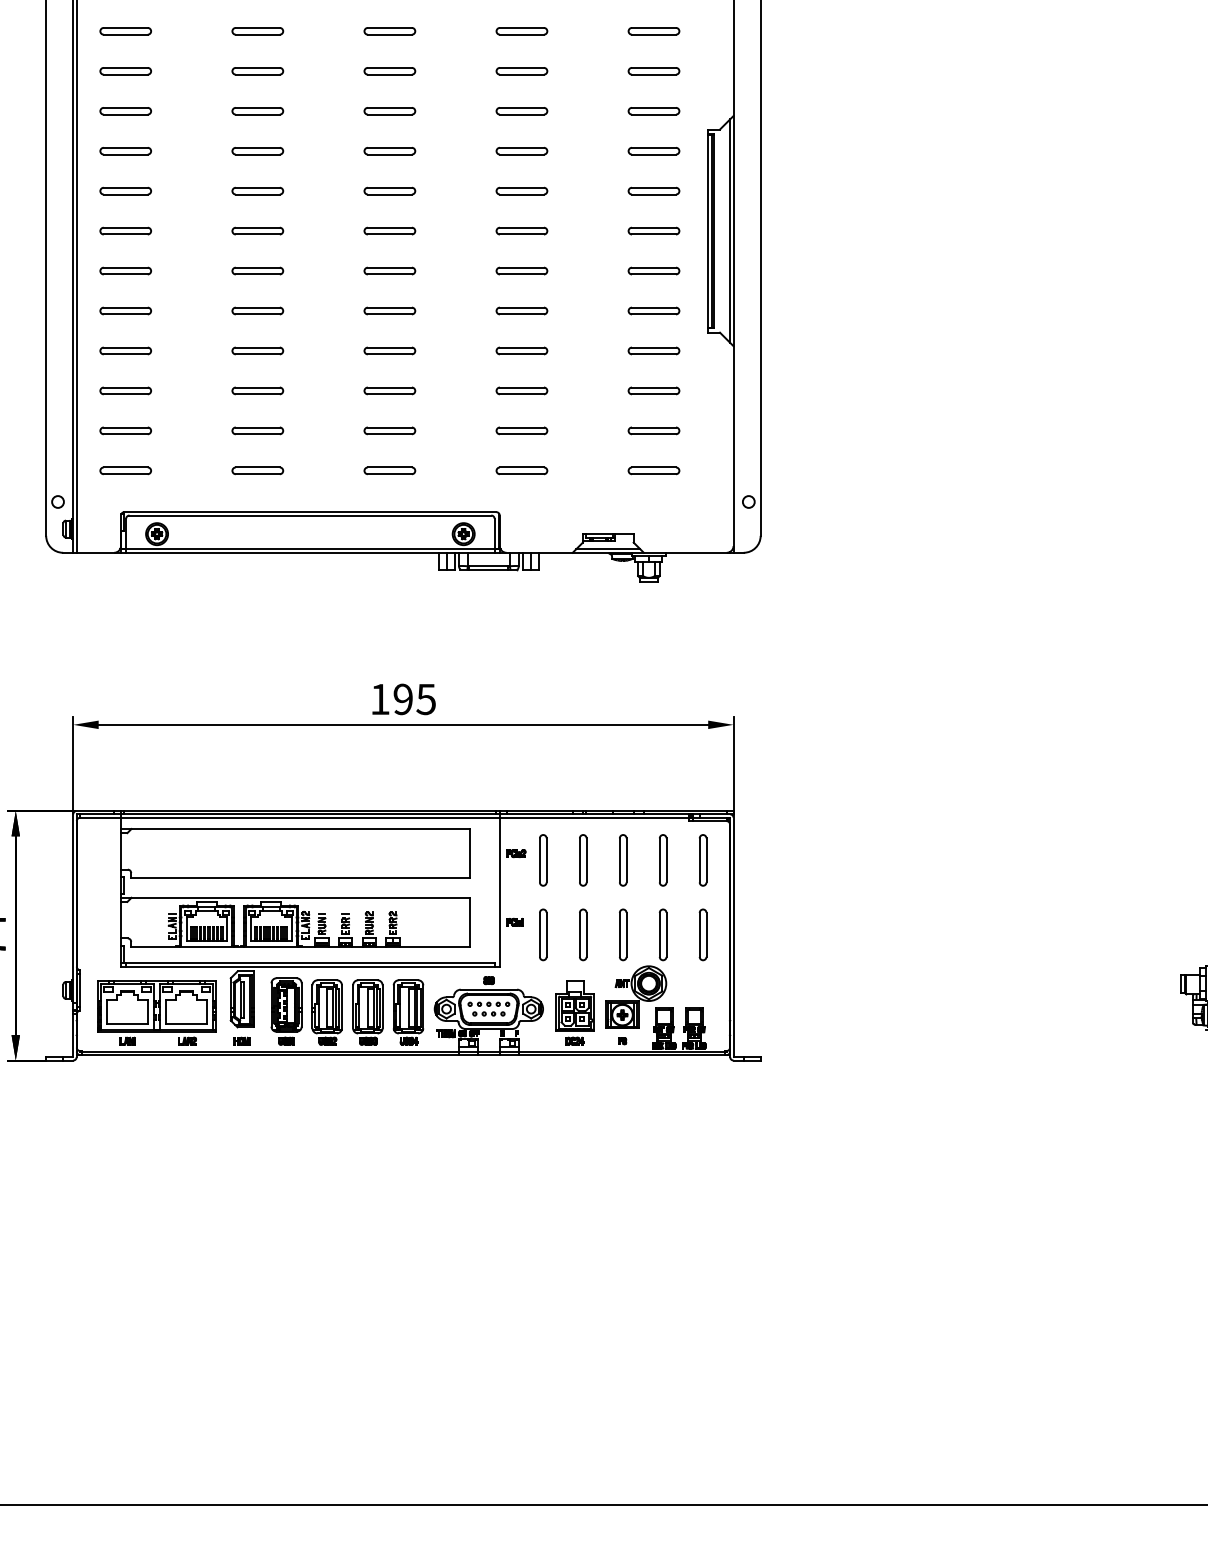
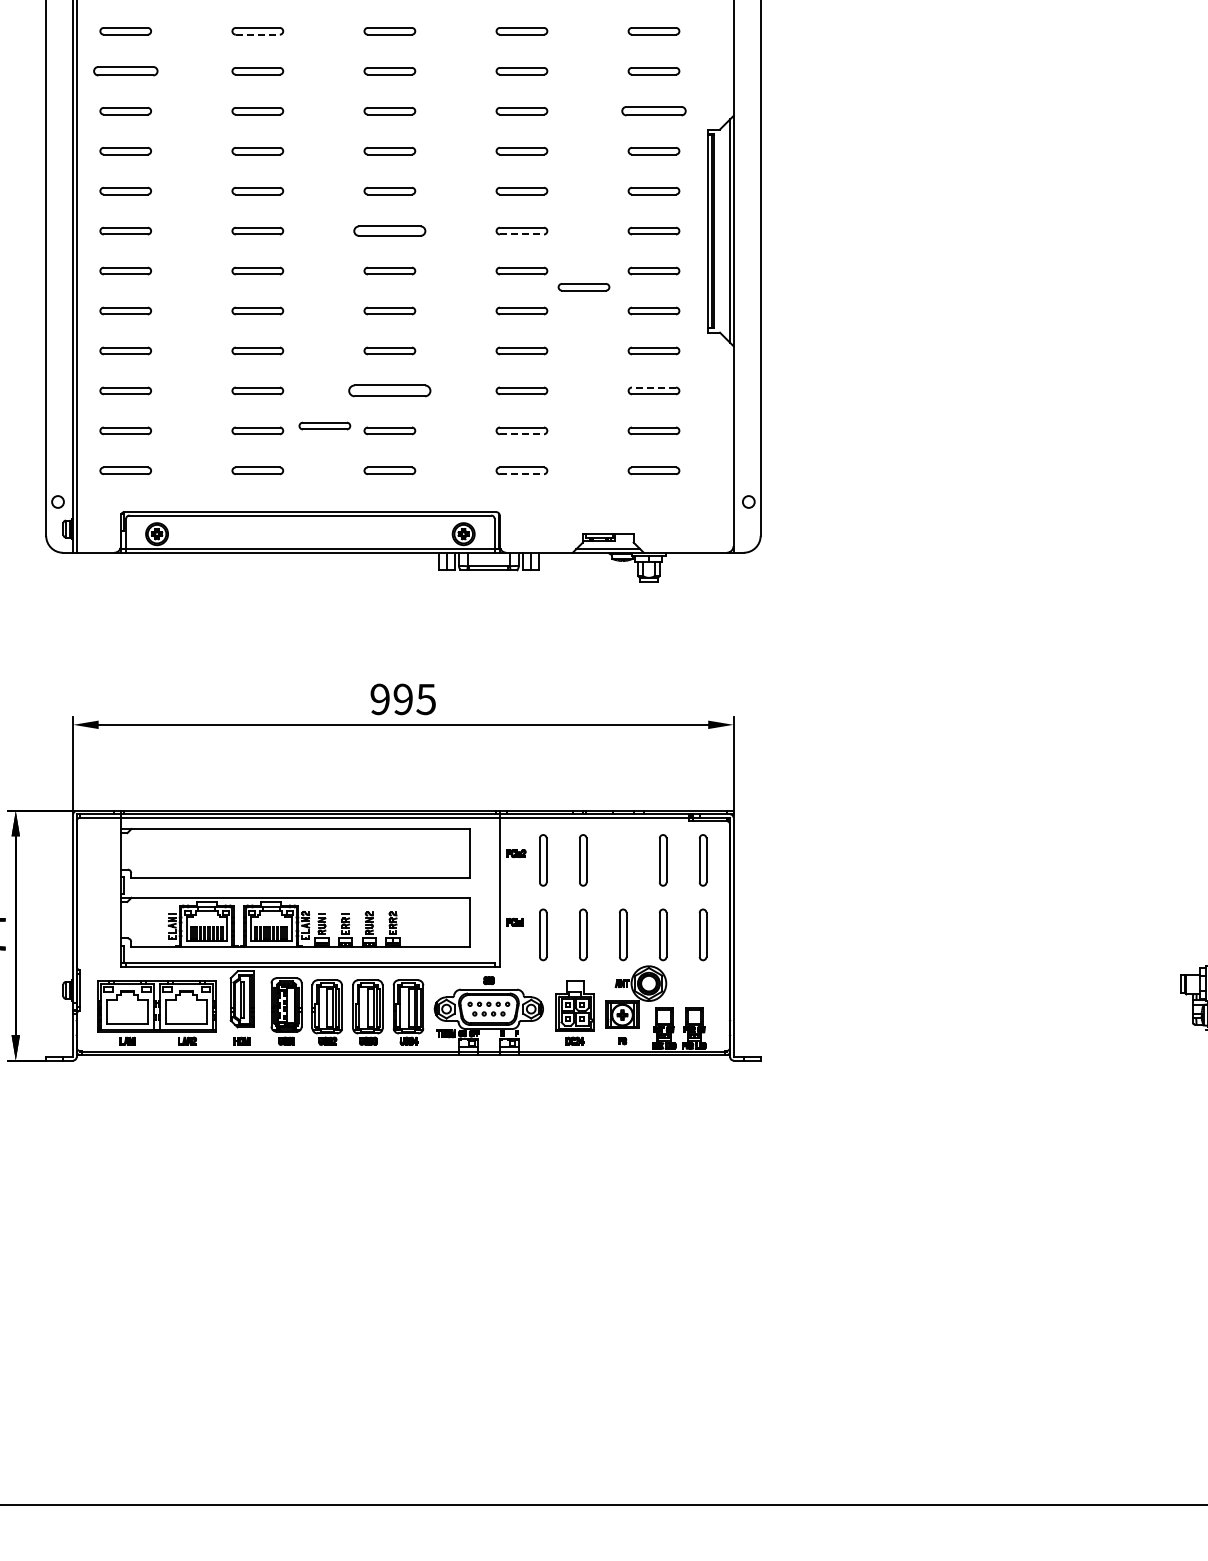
line at (258, 34): solid -> dashed
part at (125, 71) size: 53x9 px -> 66x11 px
part at (653, 111) size: 54x9 px -> 66x11 px
part at (389, 230) size: 54x10 px -> 74x12 px
line at (522, 234): solid -> dashed
part at (583, 287): none -> present
line at (653, 387): solid -> dashed
part at (389, 390) size: 54x10 px -> 84x14 px
part at (324, 425): none -> present
line at (522, 434): solid -> dashed
line at (522, 474): solid -> dashed
text at (379, 699): 195 -> 995
part at (623, 860): present -> none
